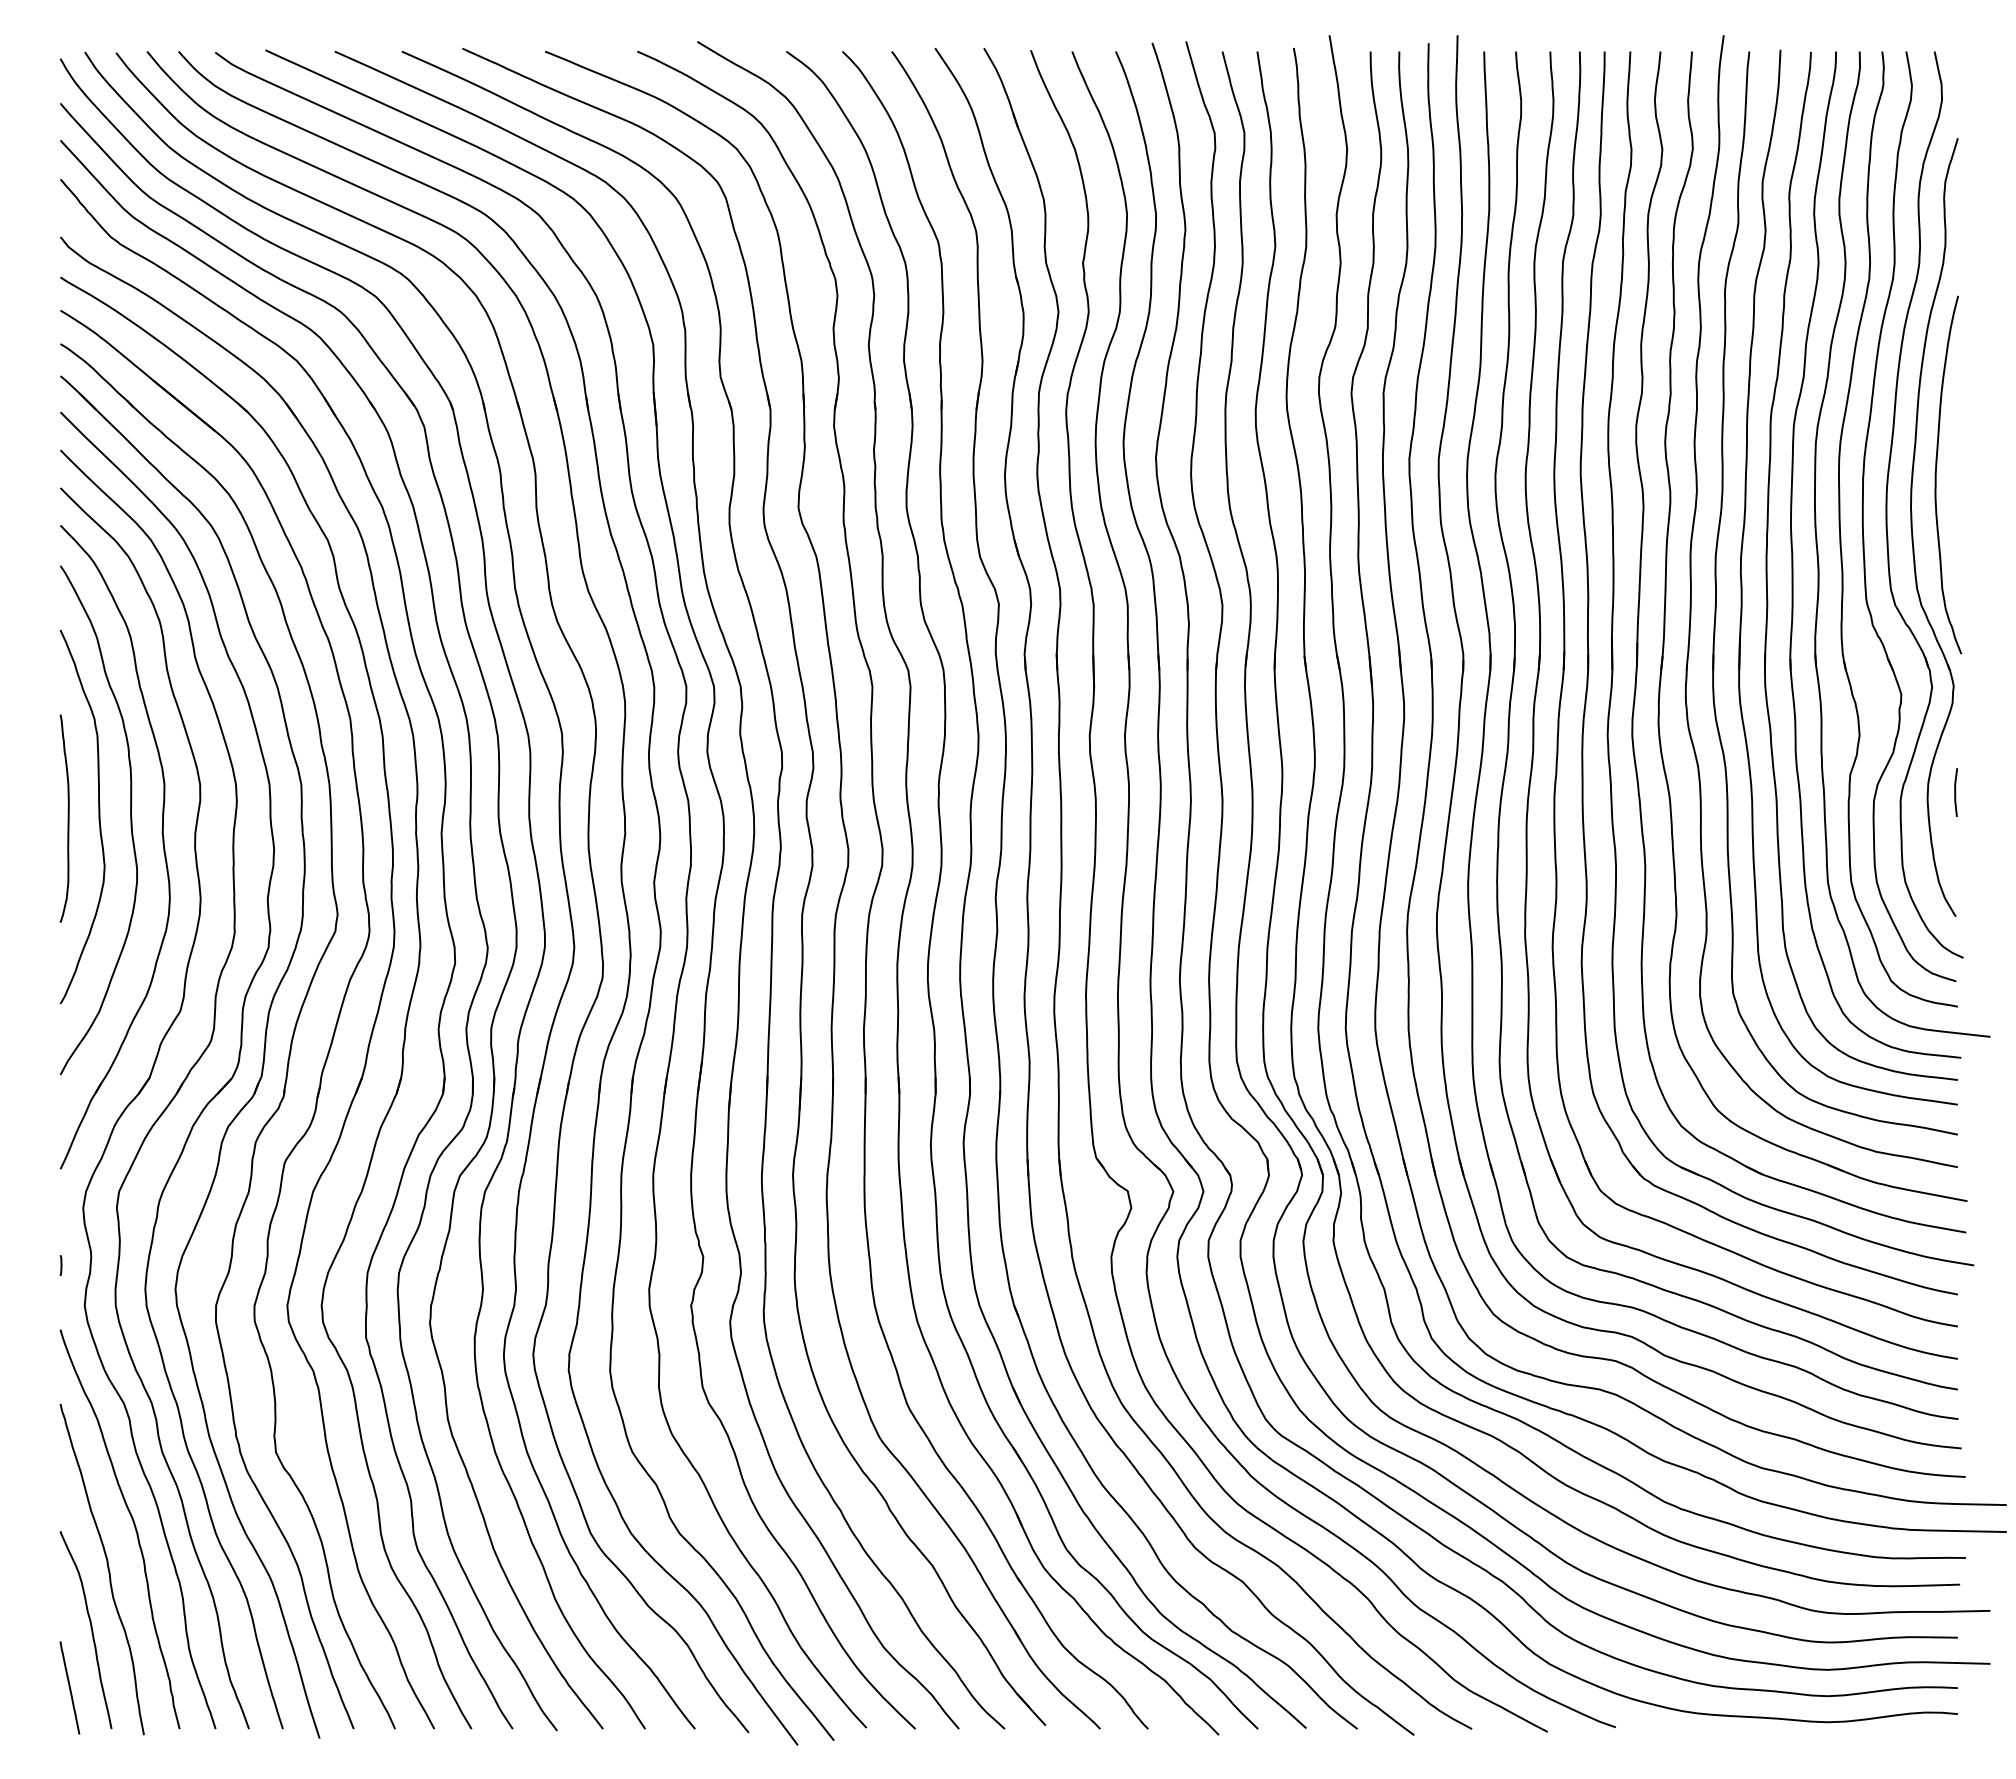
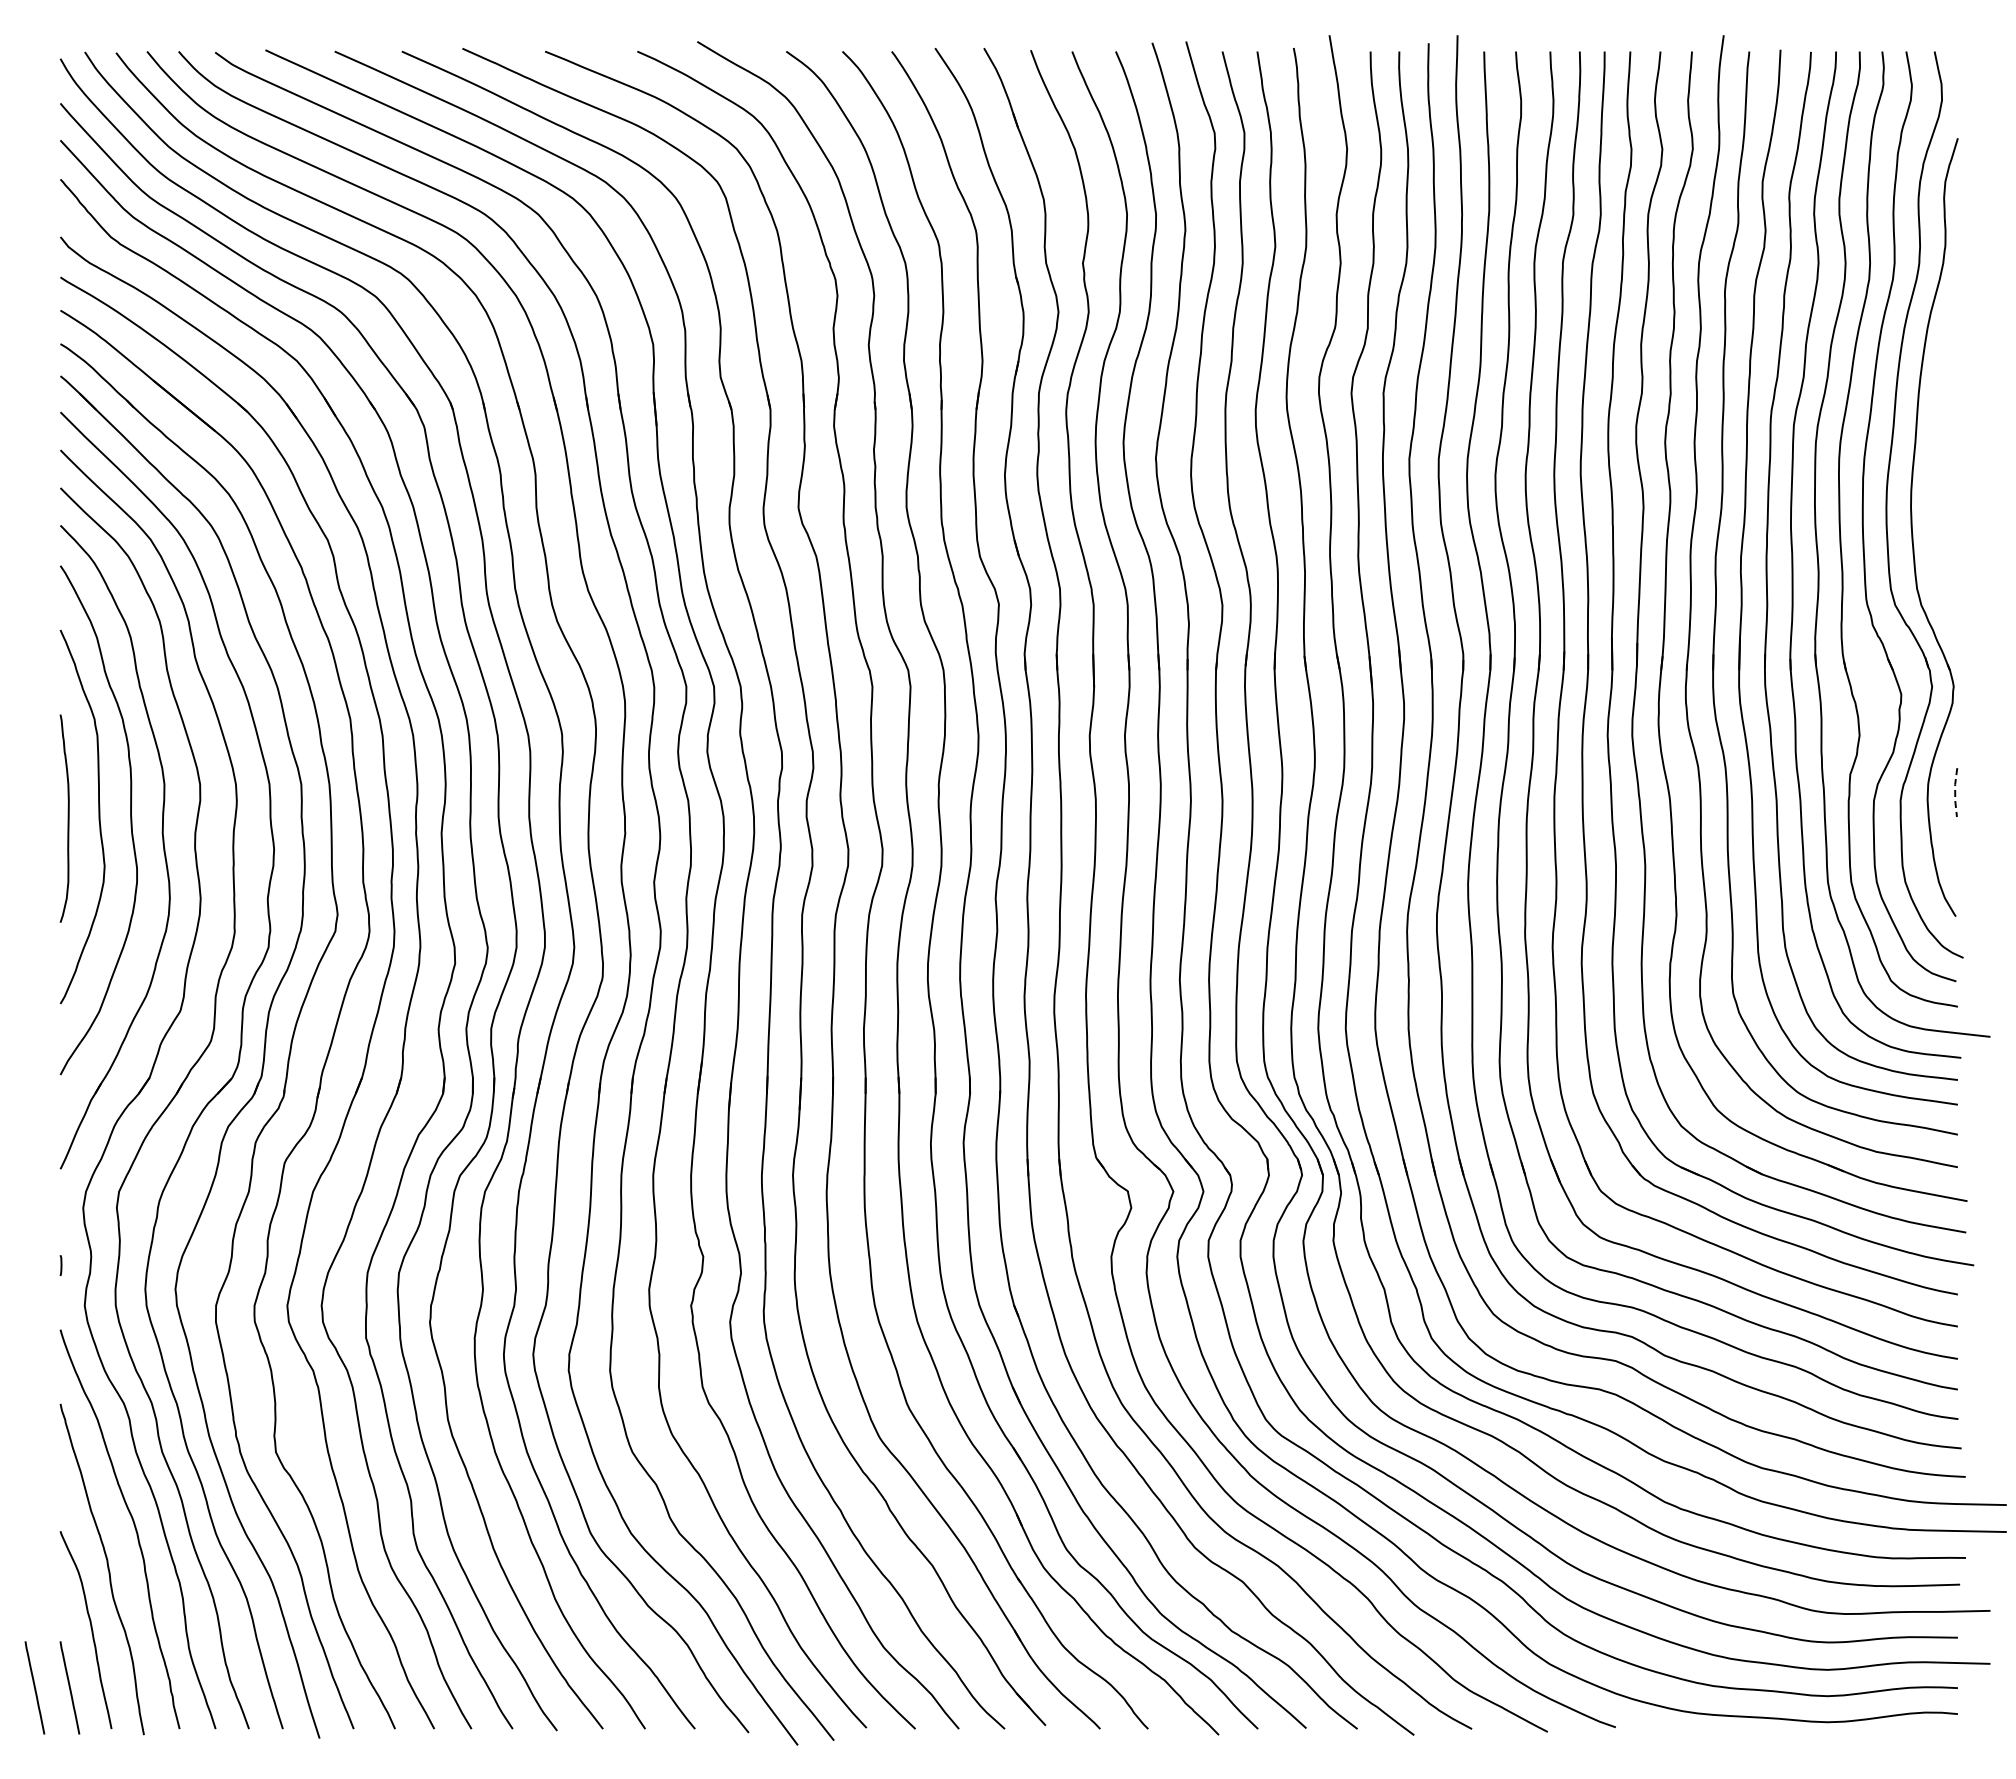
curve at (1936, 474): present -> none
line at (1955, 793): solid -> dashed
line at (34, 1687): none -> present
